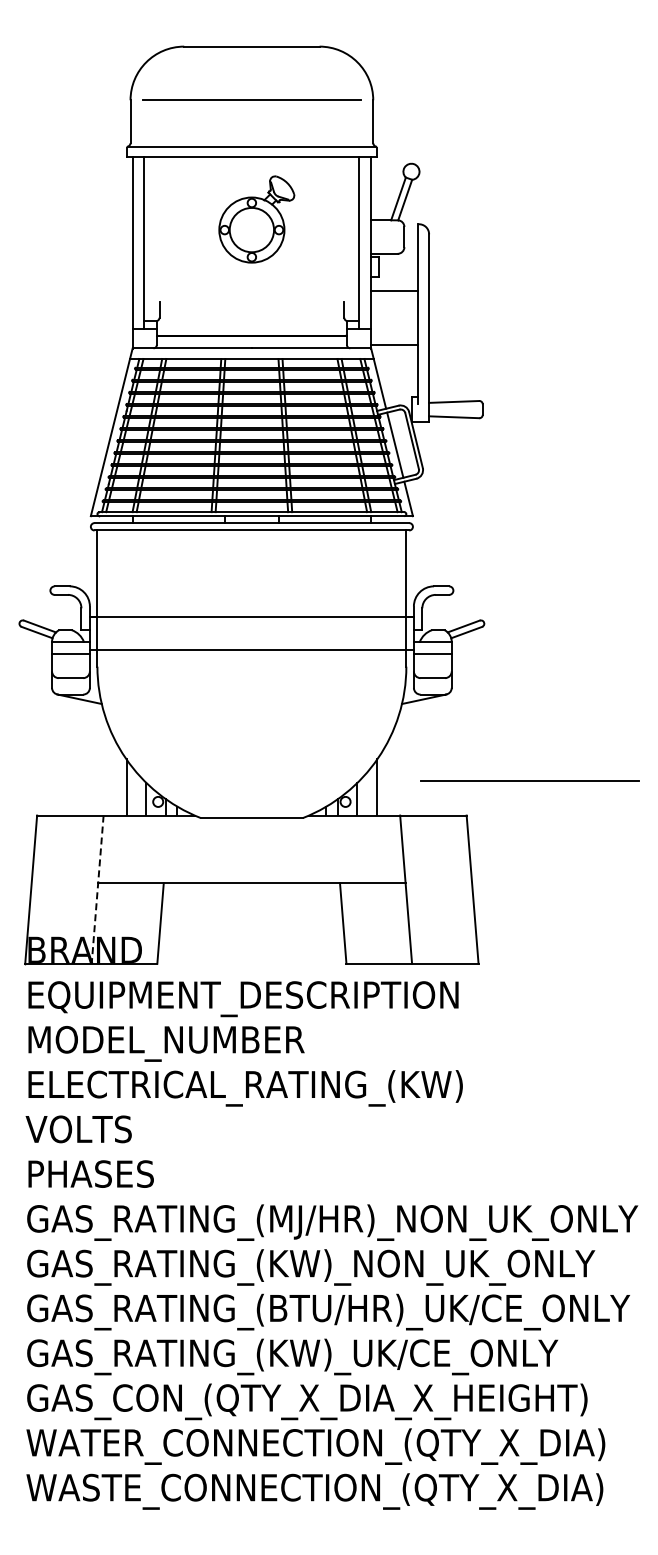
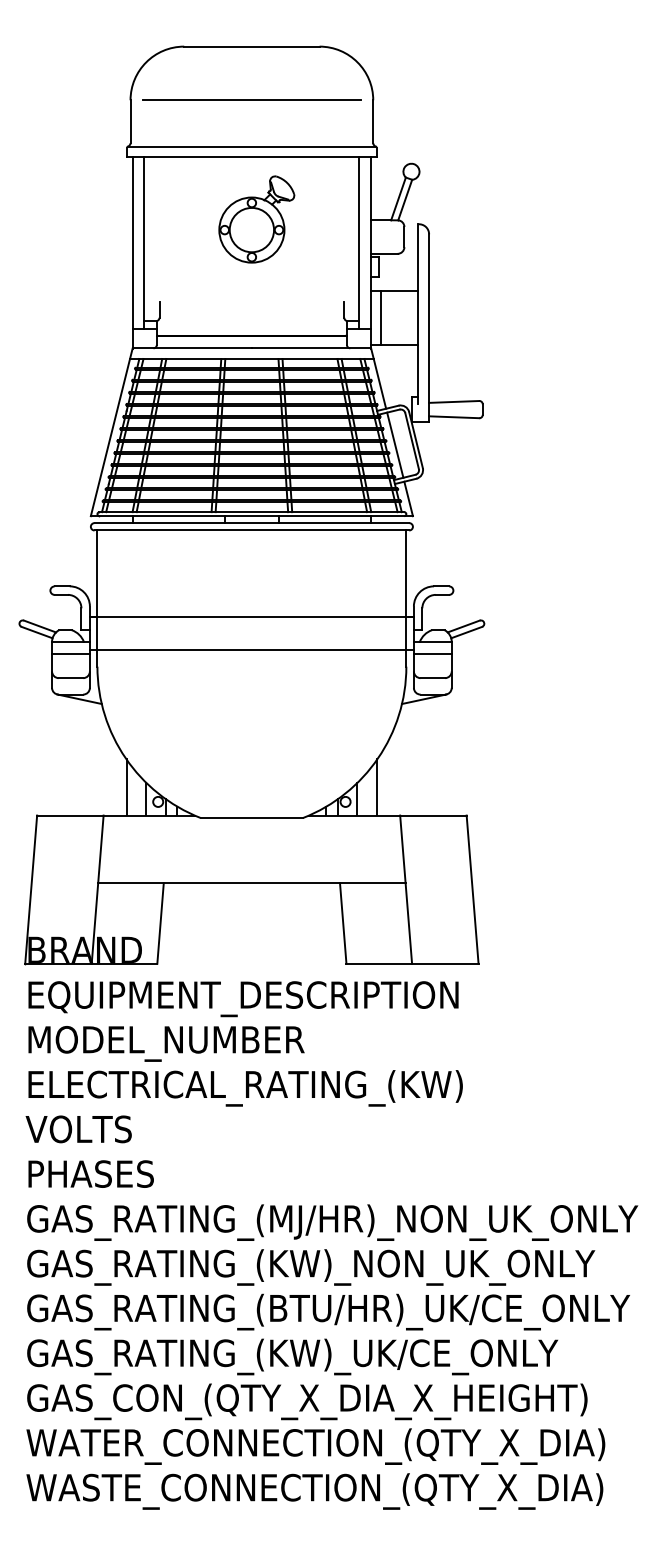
line at (381, 318): none -> present
line at (529, 780): present -> none
line at (97, 890): dashed -> solid
